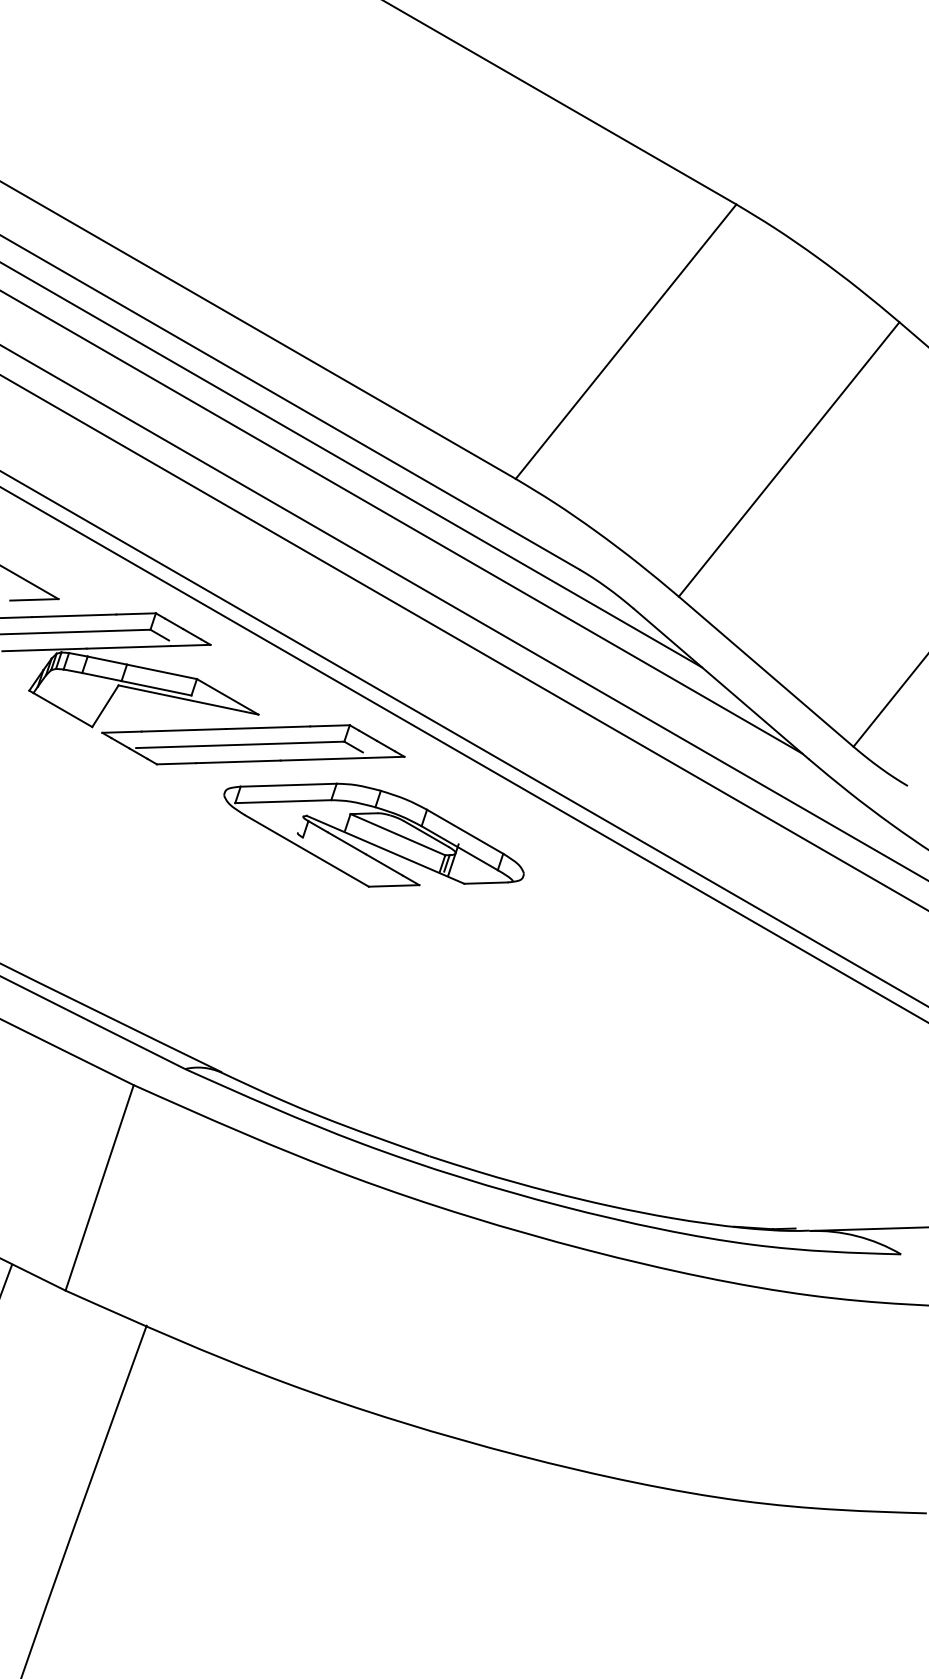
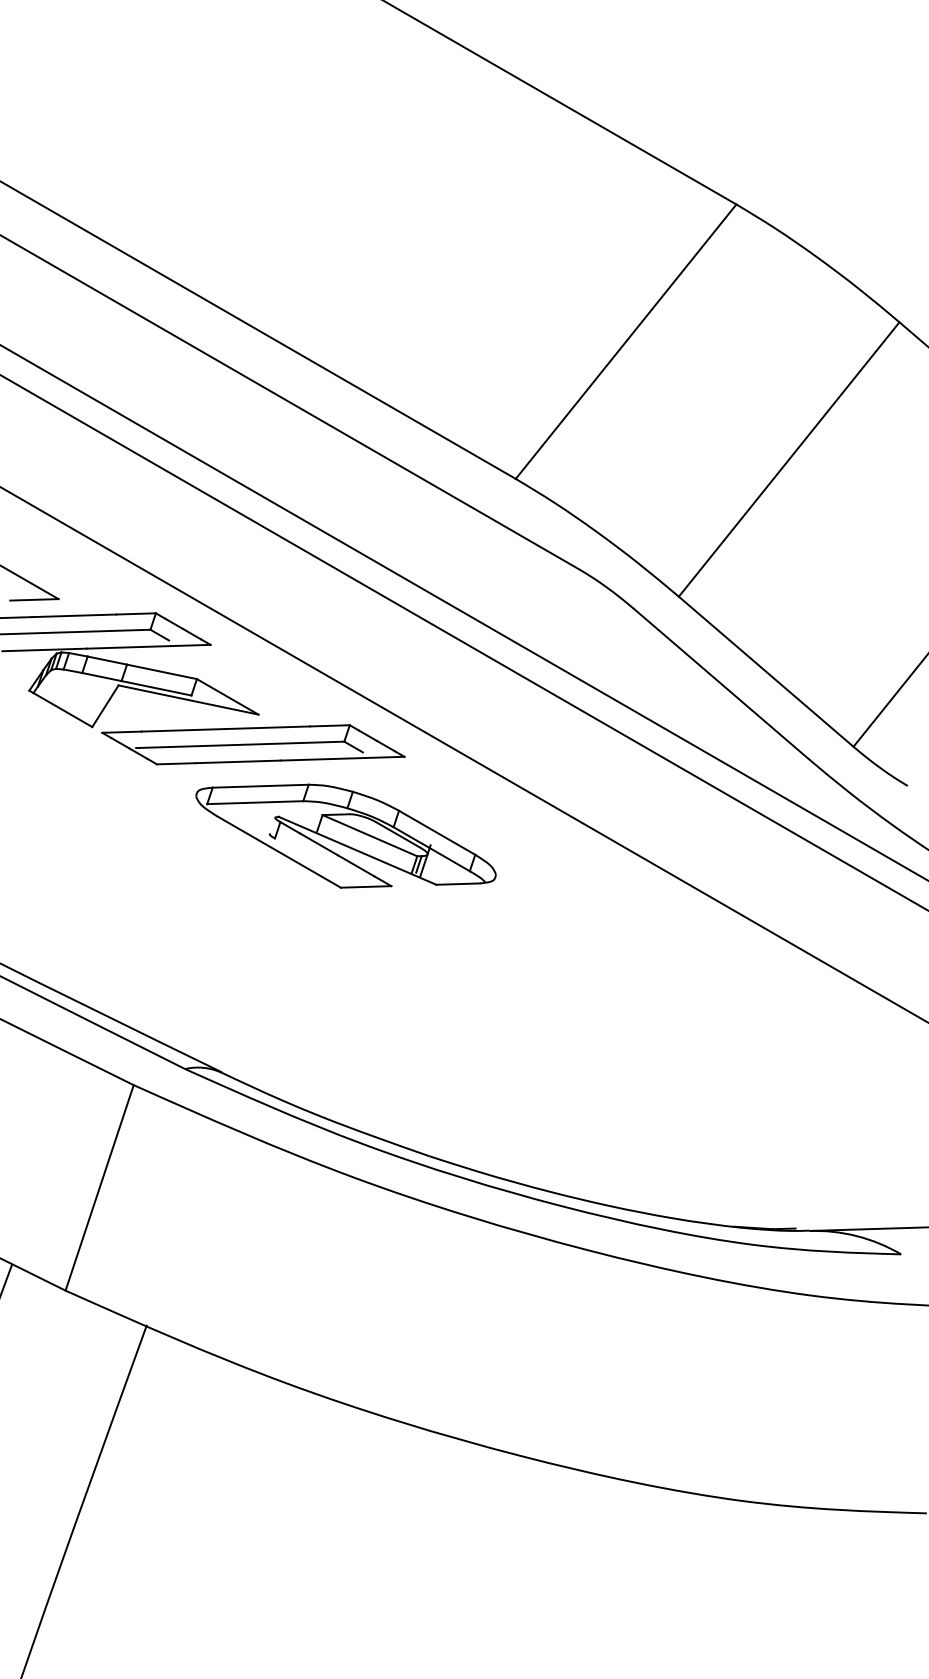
line at (352, 465): present -> none
line at (402, 522): present -> none
line at (463, 738): present -> none
part at (373, 834) position: (373, 834) -> (345, 835)
